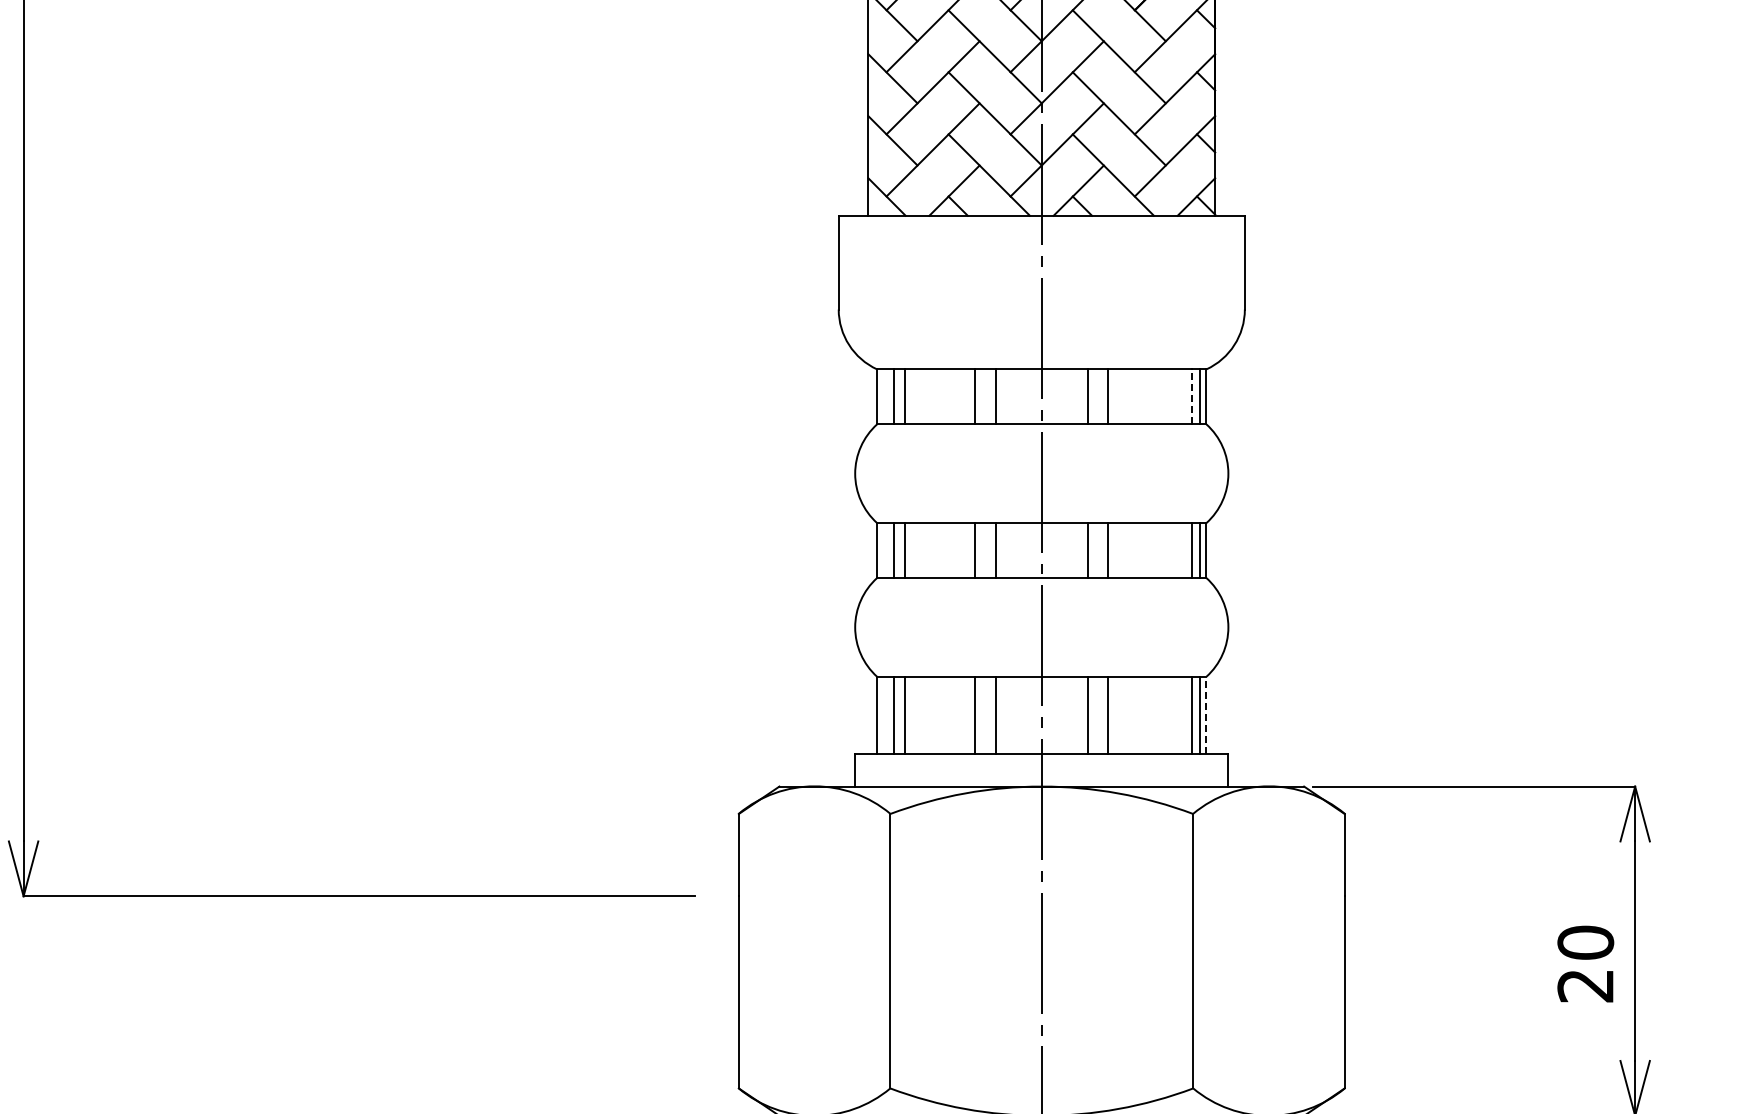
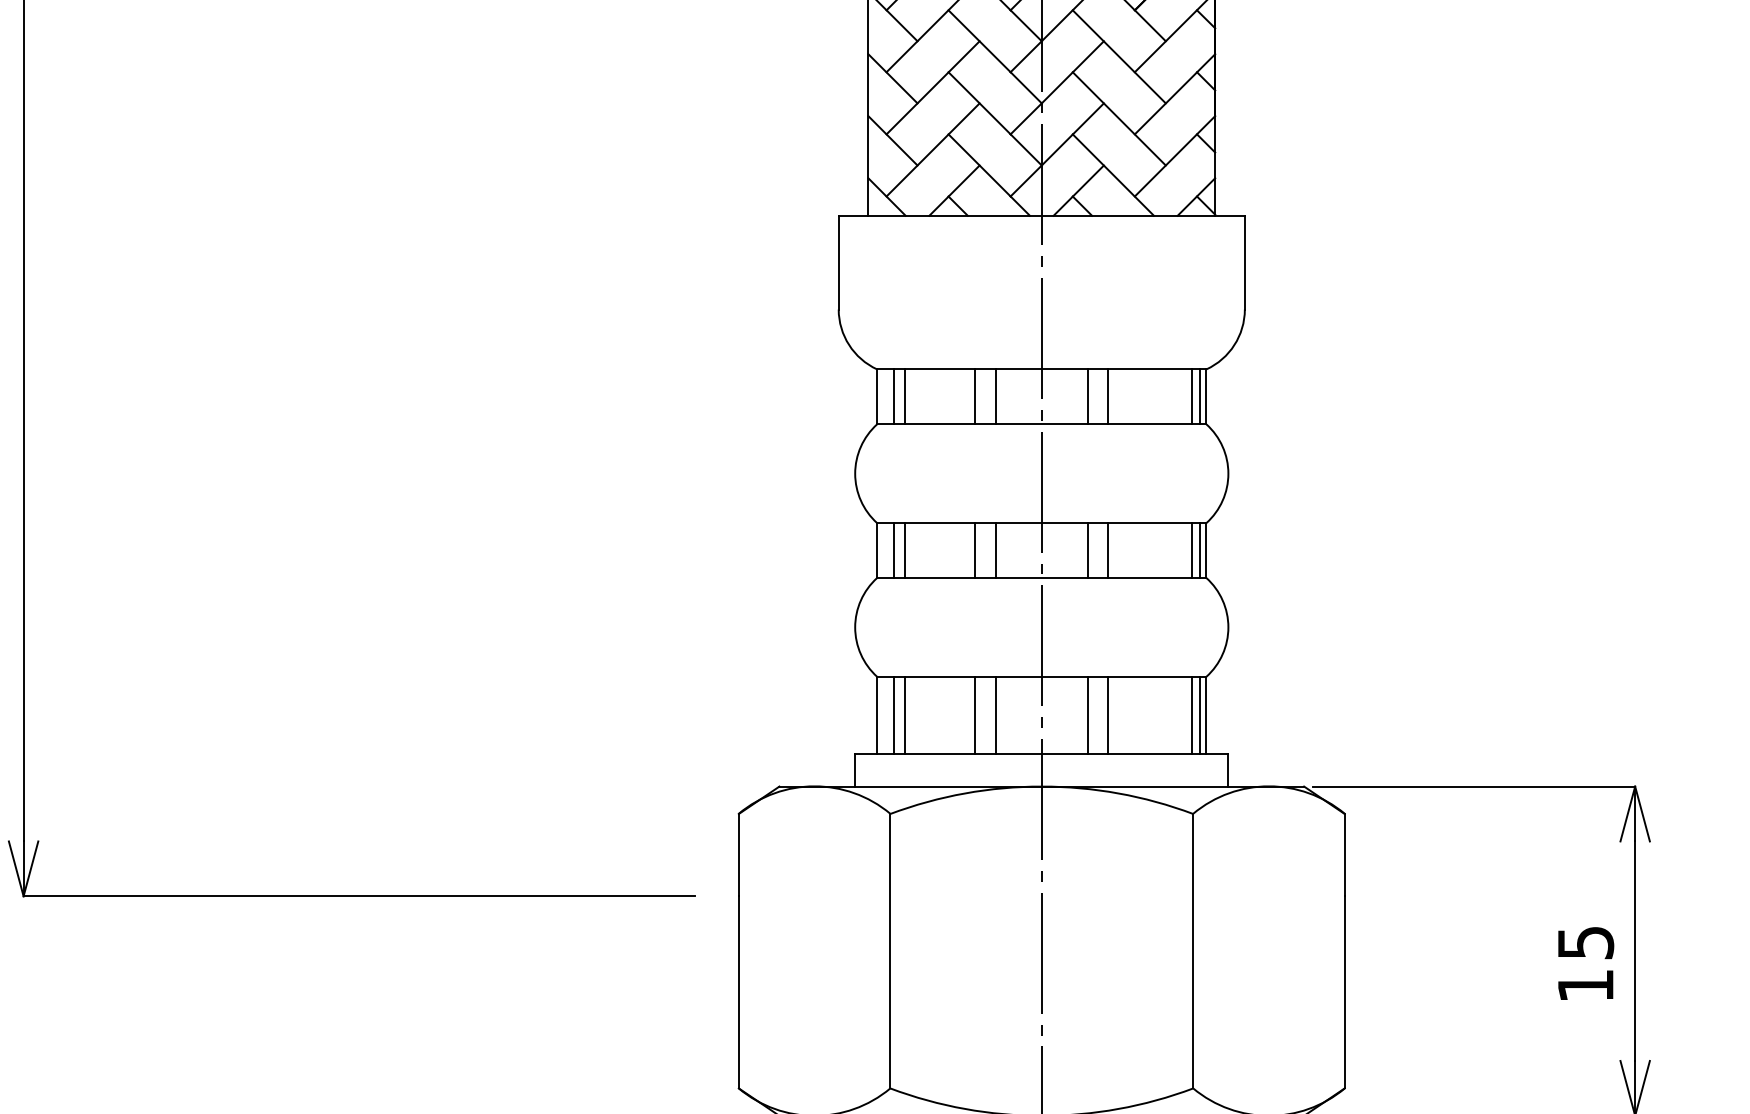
line at (1192, 396): dashed -> solid
line at (1206, 714): dashed -> solid
text at (1585, 963): 20 -> 15
